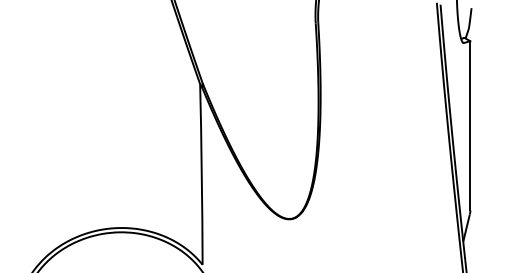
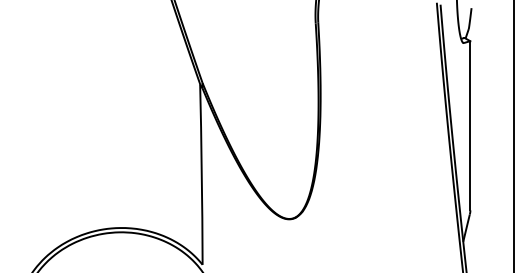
line at (514, 135): none -> present
